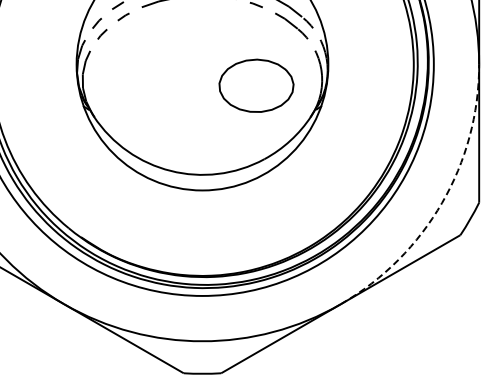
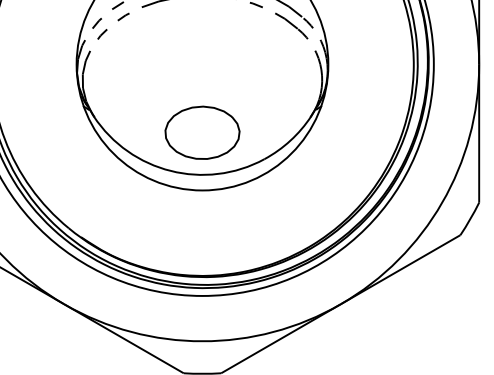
part at (256, 85) position: (256, 85) -> (202, 132)
arc at (442, 202): dashed -> solid
